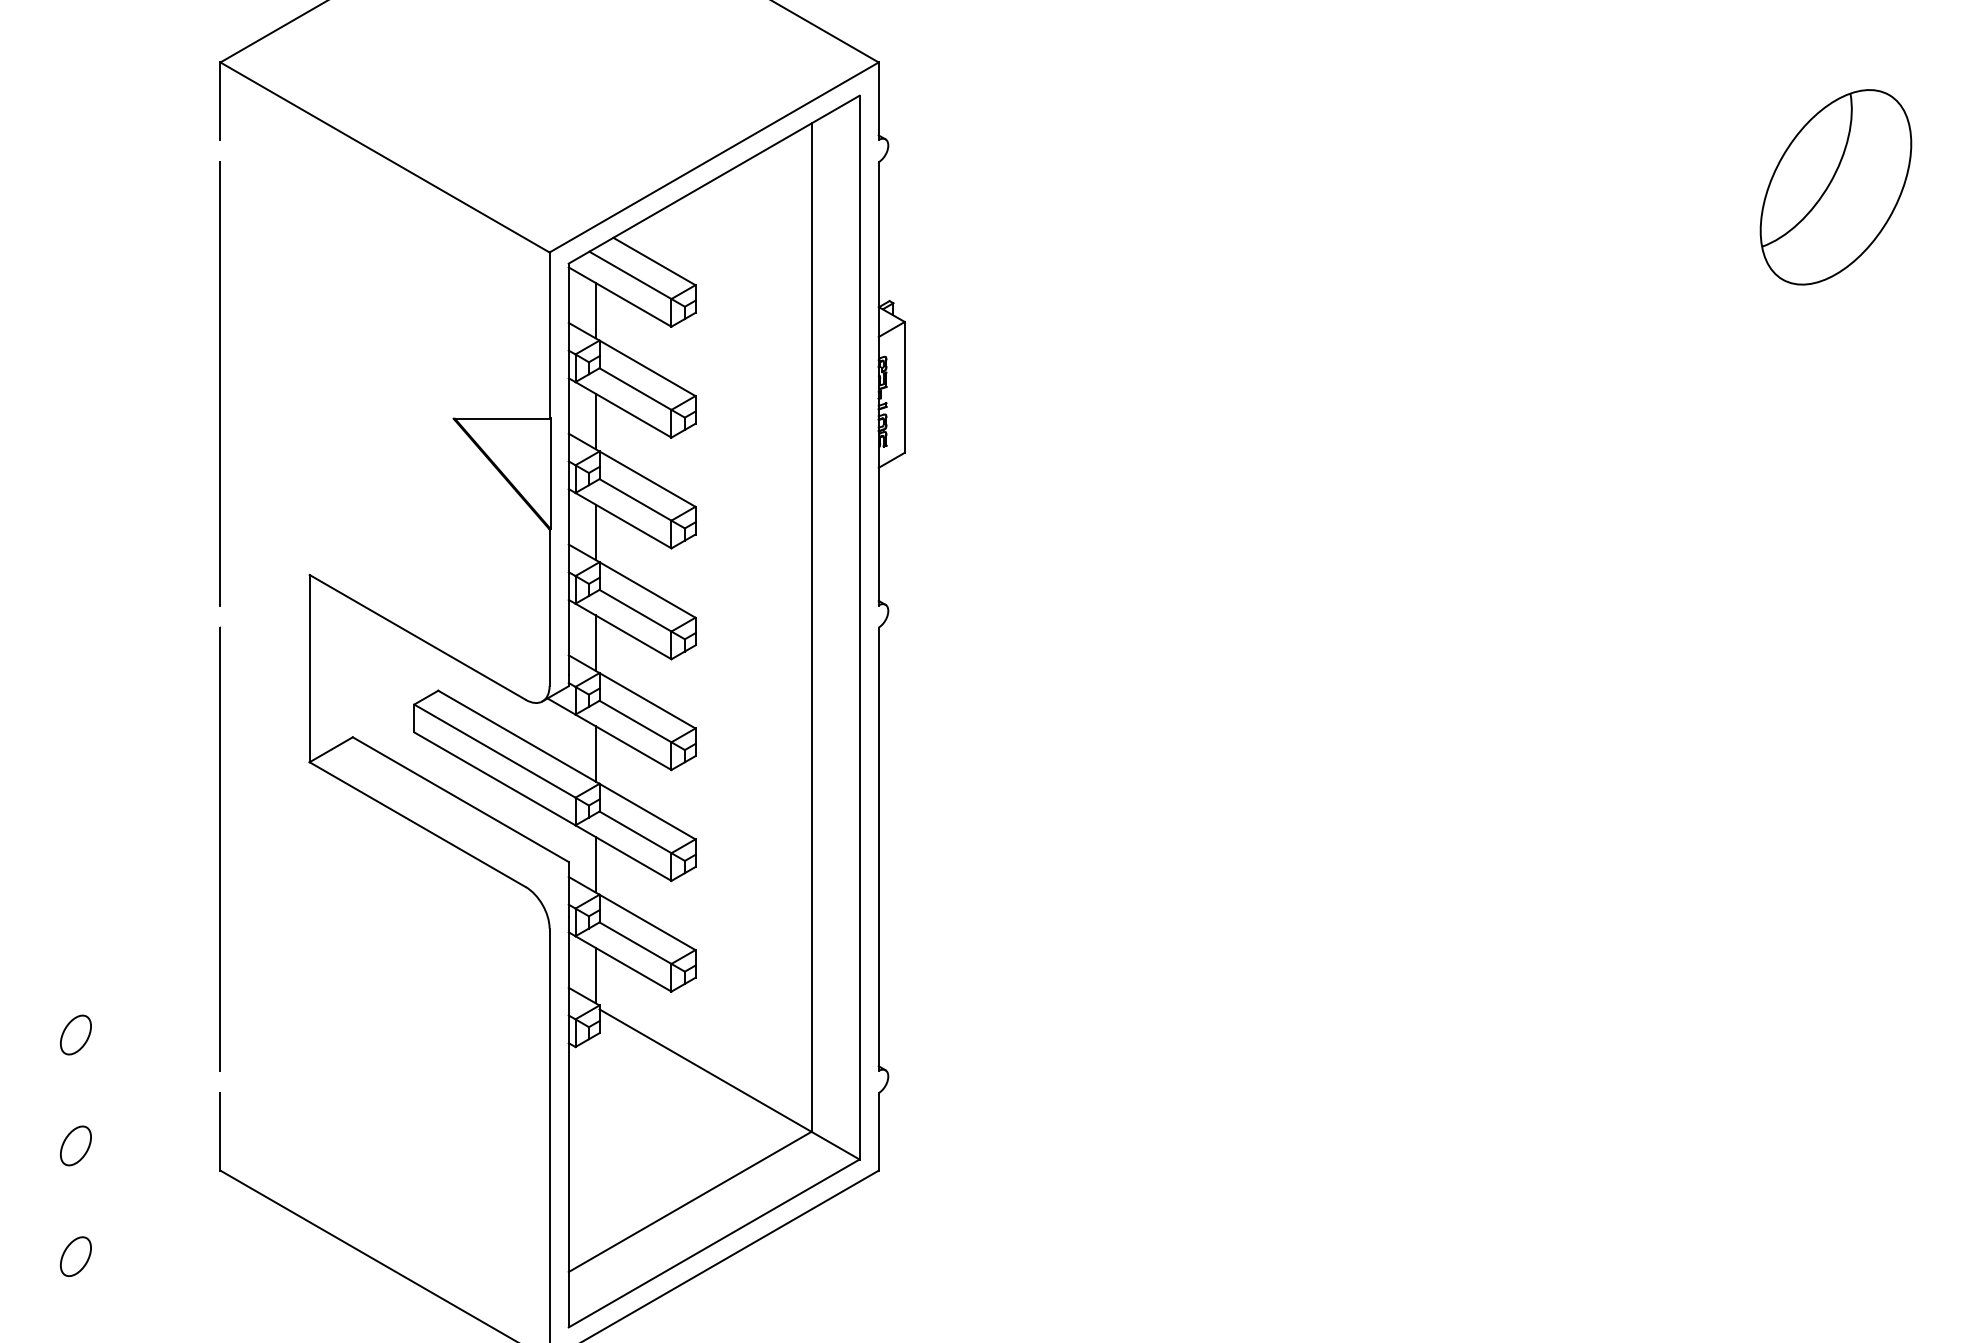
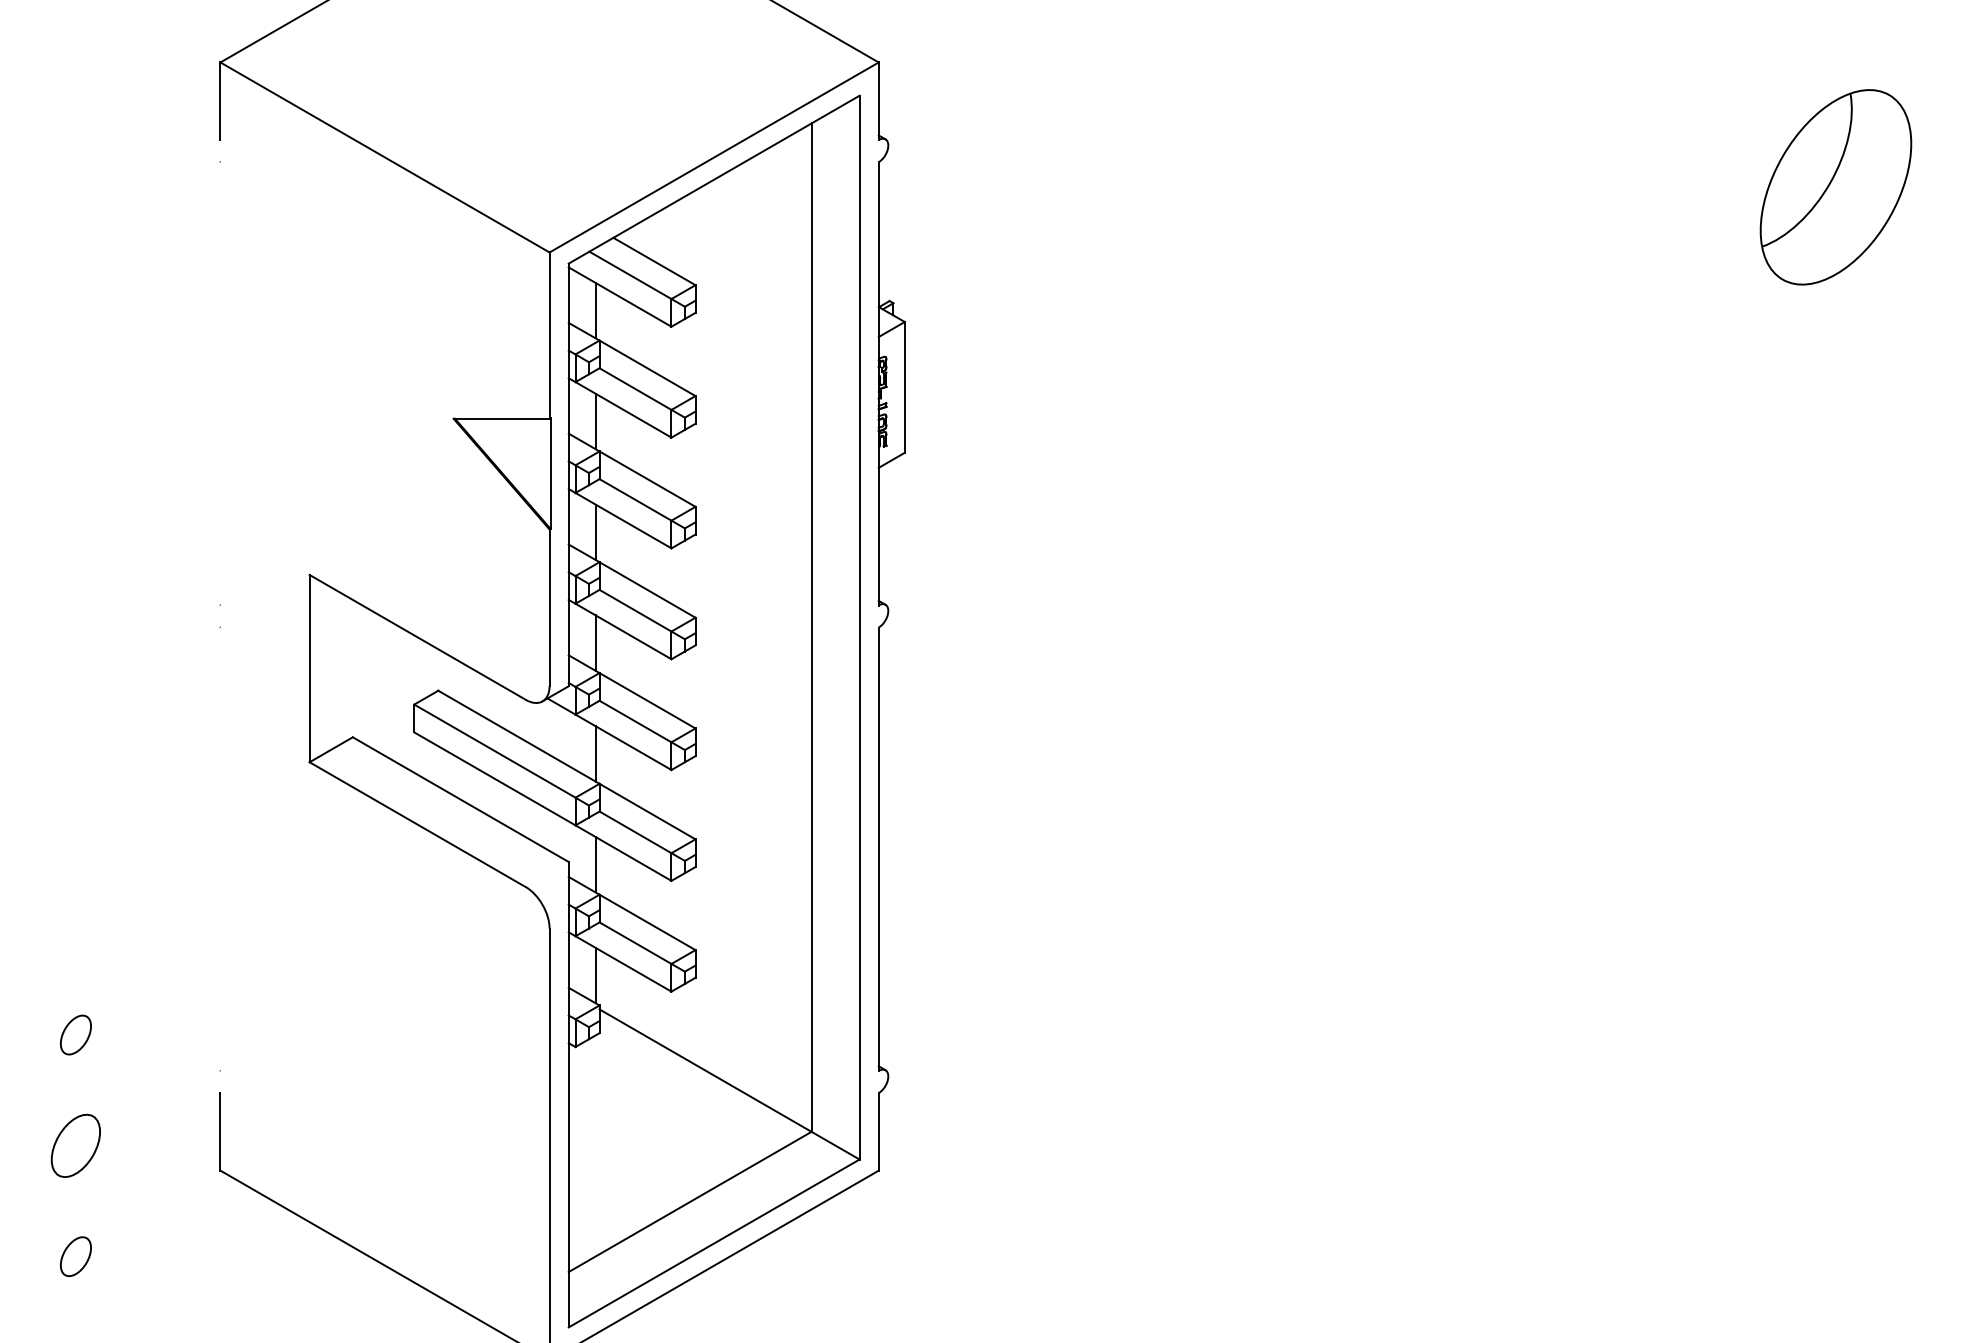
line at (220, 383): present -> none
line at (220, 848): present -> none
part at (75, 1145) size: 32x42 px -> 51x65 px
